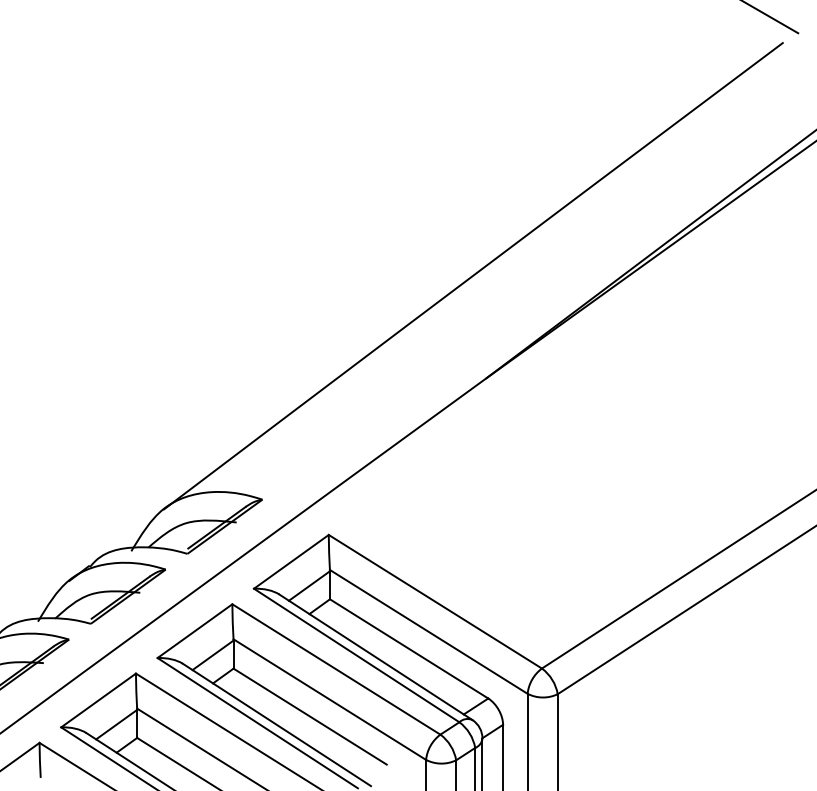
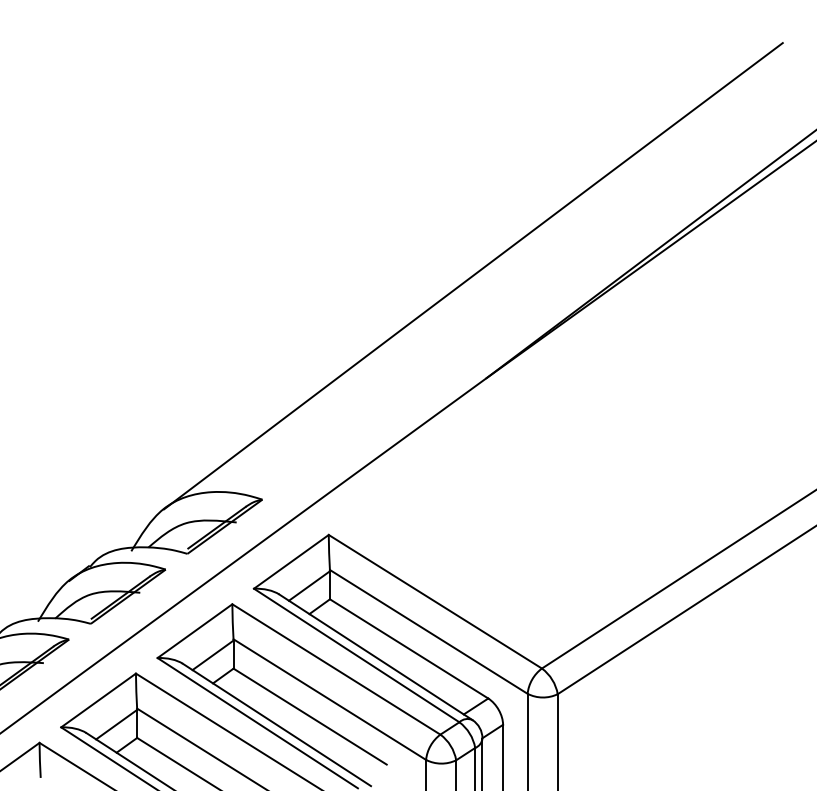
line at (771, 17): present -> none
